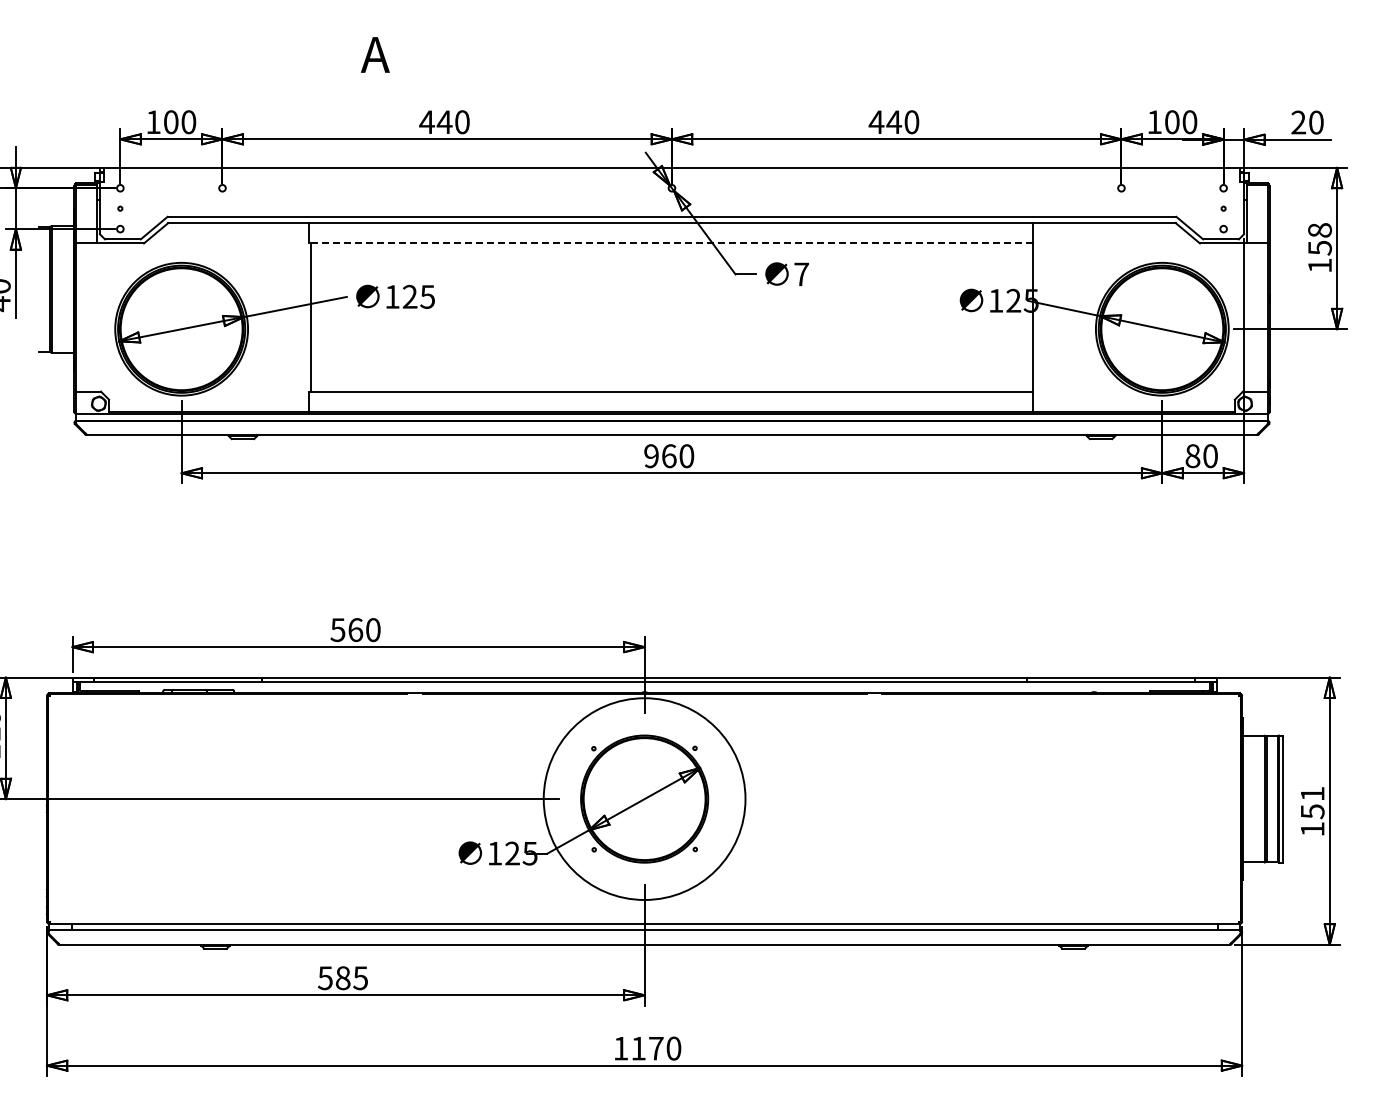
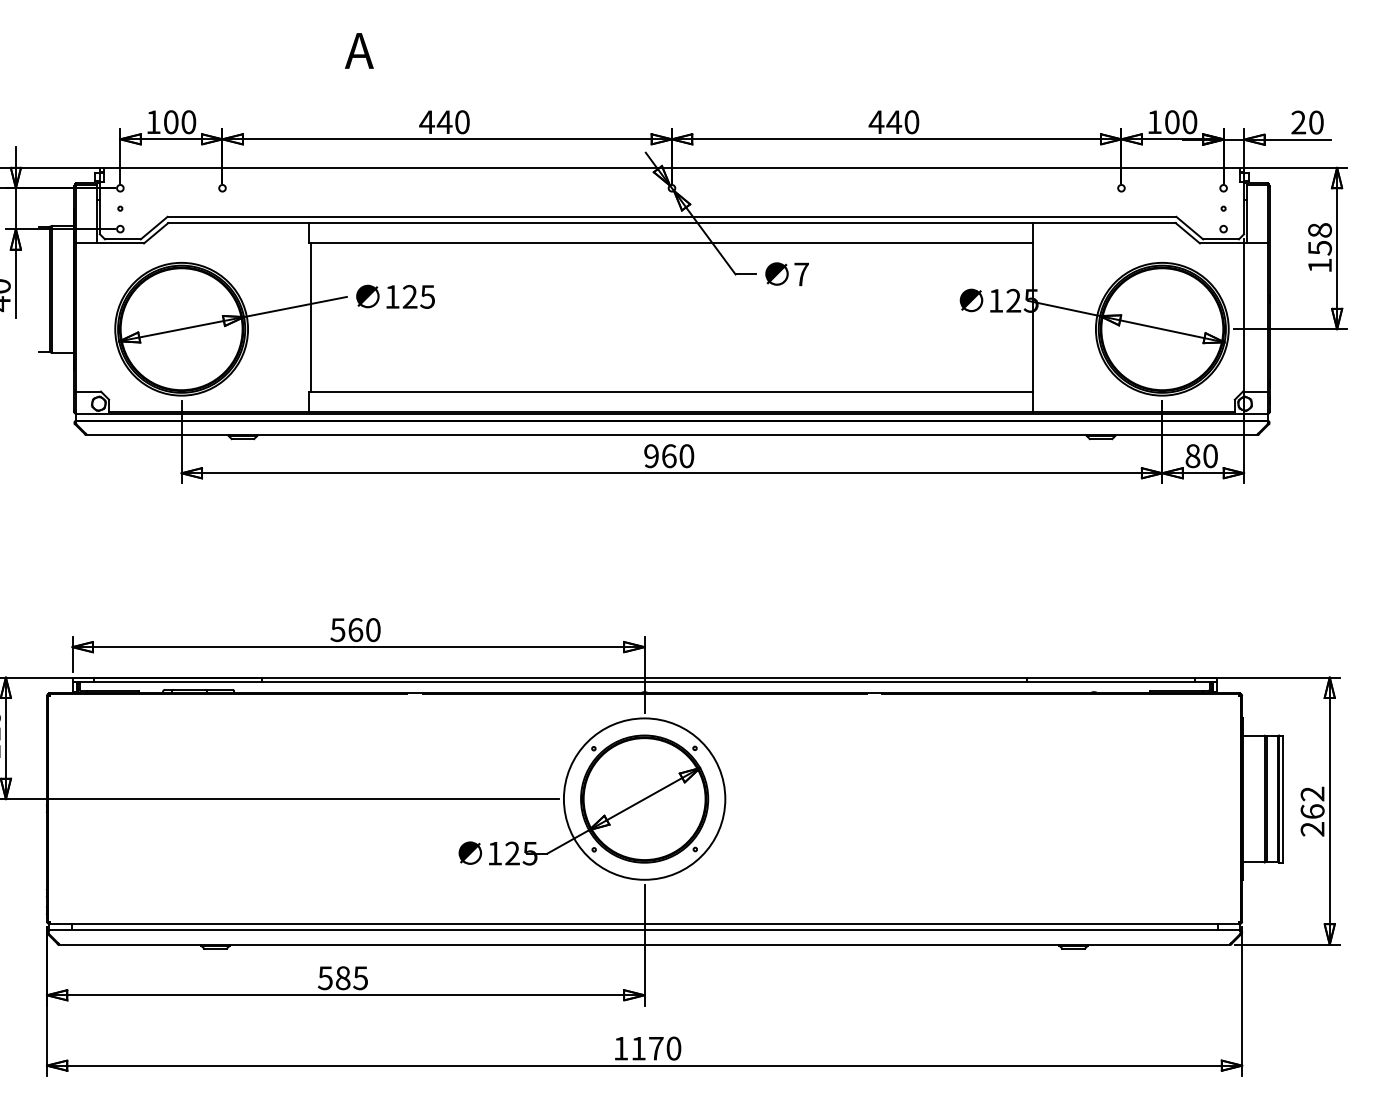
text at (375, 54) position: (375, 54) -> (359, 50)
line at (670, 243): dashed -> solid
circle at (644, 798) diameter: 202 px -> 161 px
text at (1312, 811): 151 -> 262
